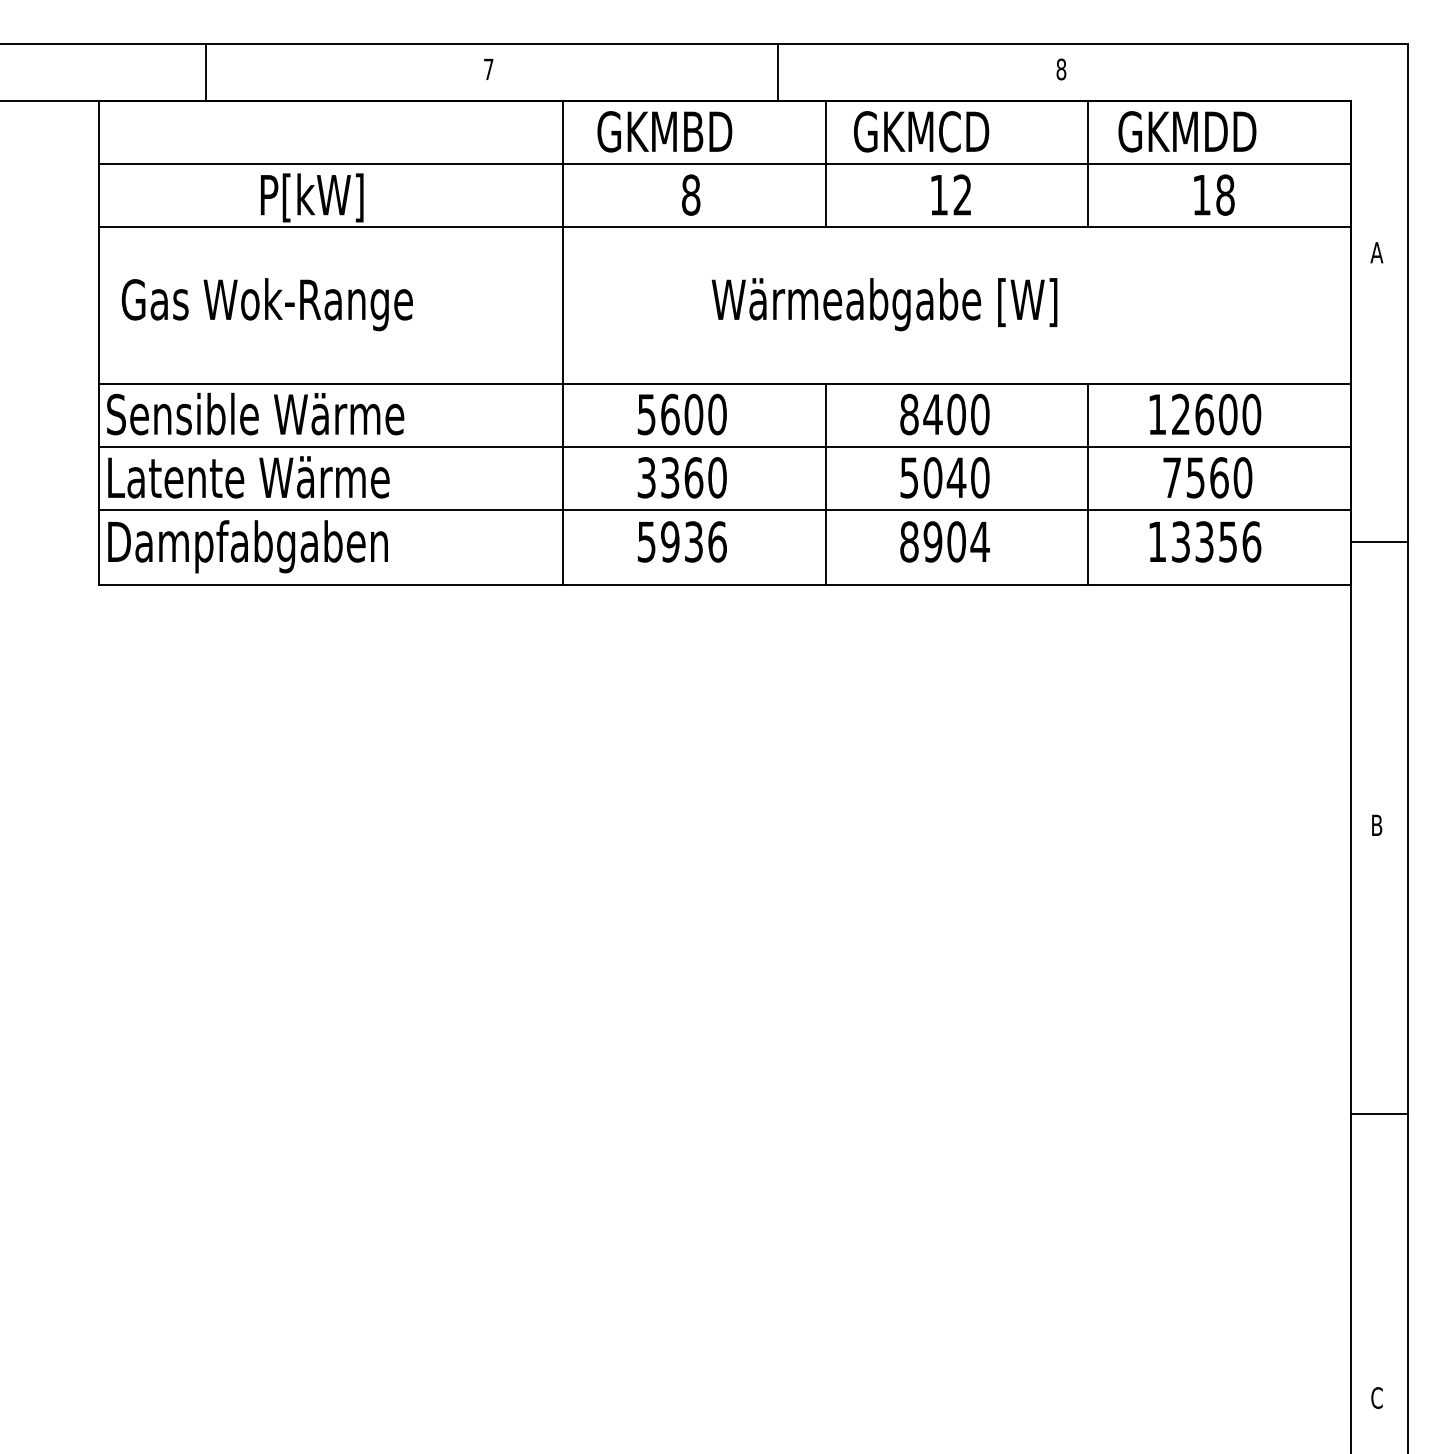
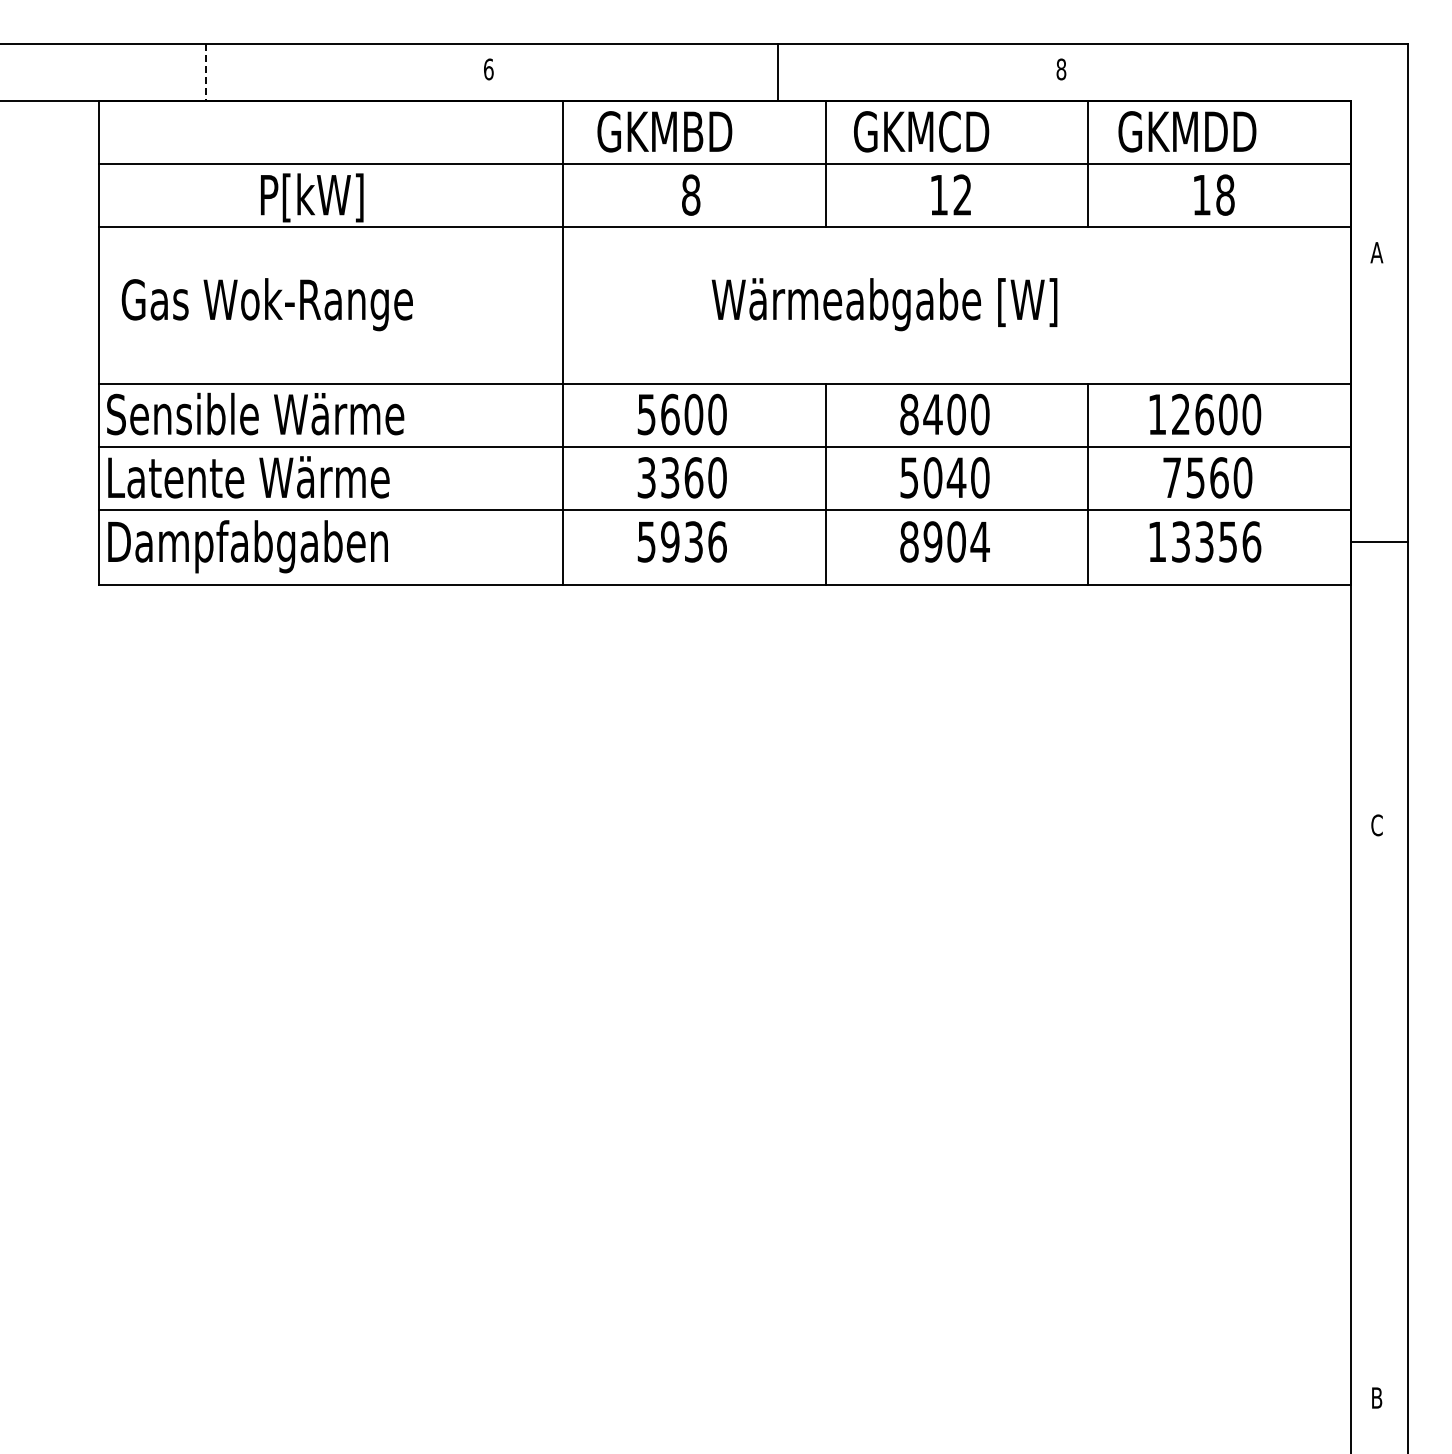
text at (488, 69): 7 -> 6
line at (205, 72): solid -> dashed
text at (1376, 825): B -> C
line at (1379, 1114): present -> none
text at (1376, 1397): C -> B
